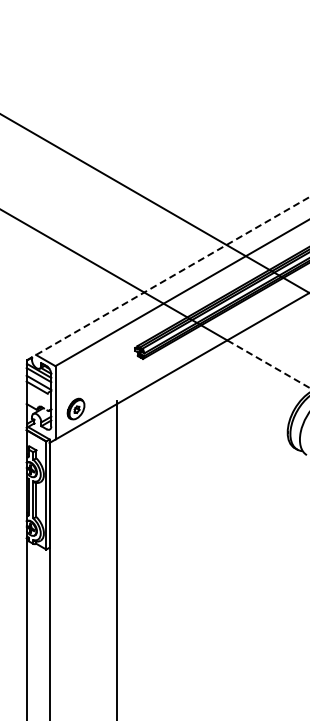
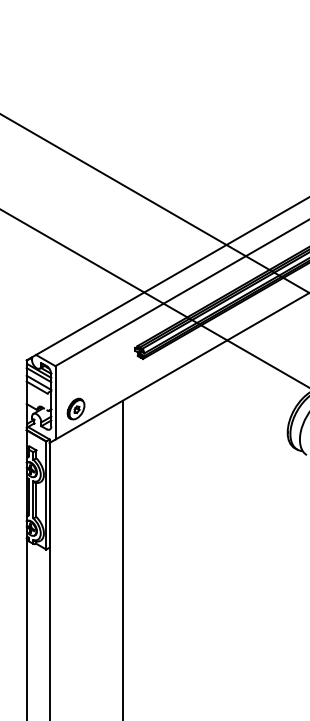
line at (168, 278): dashed -> solid
line at (268, 364): dashed -> solid
line at (117, 558) position: (117, 558) -> (123, 558)
